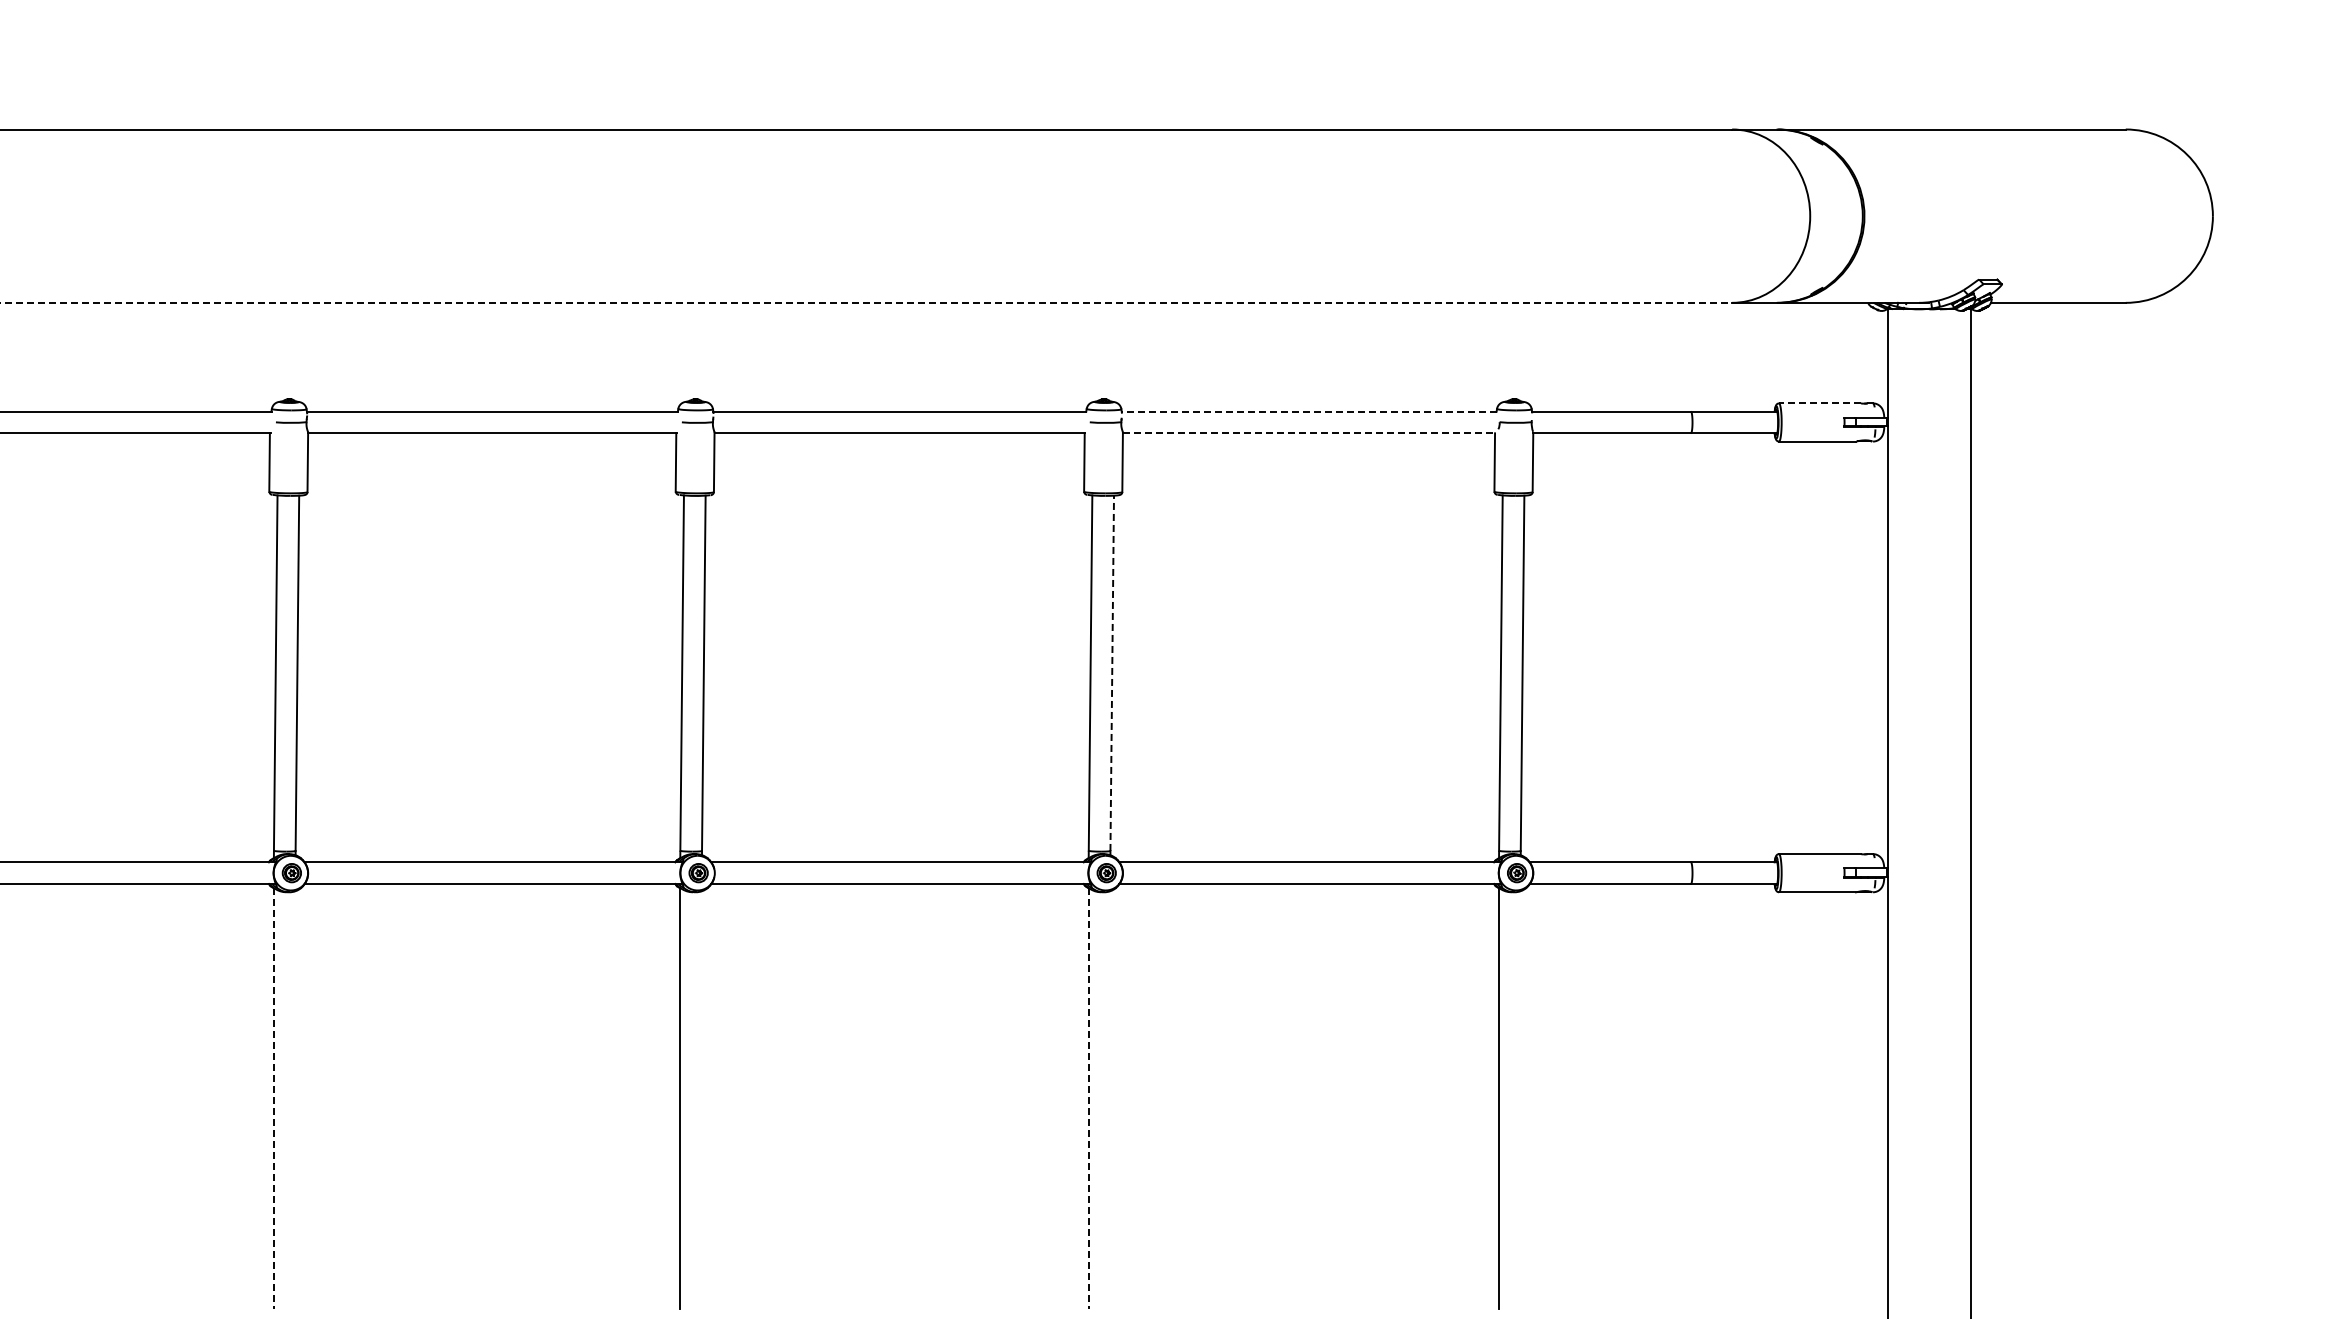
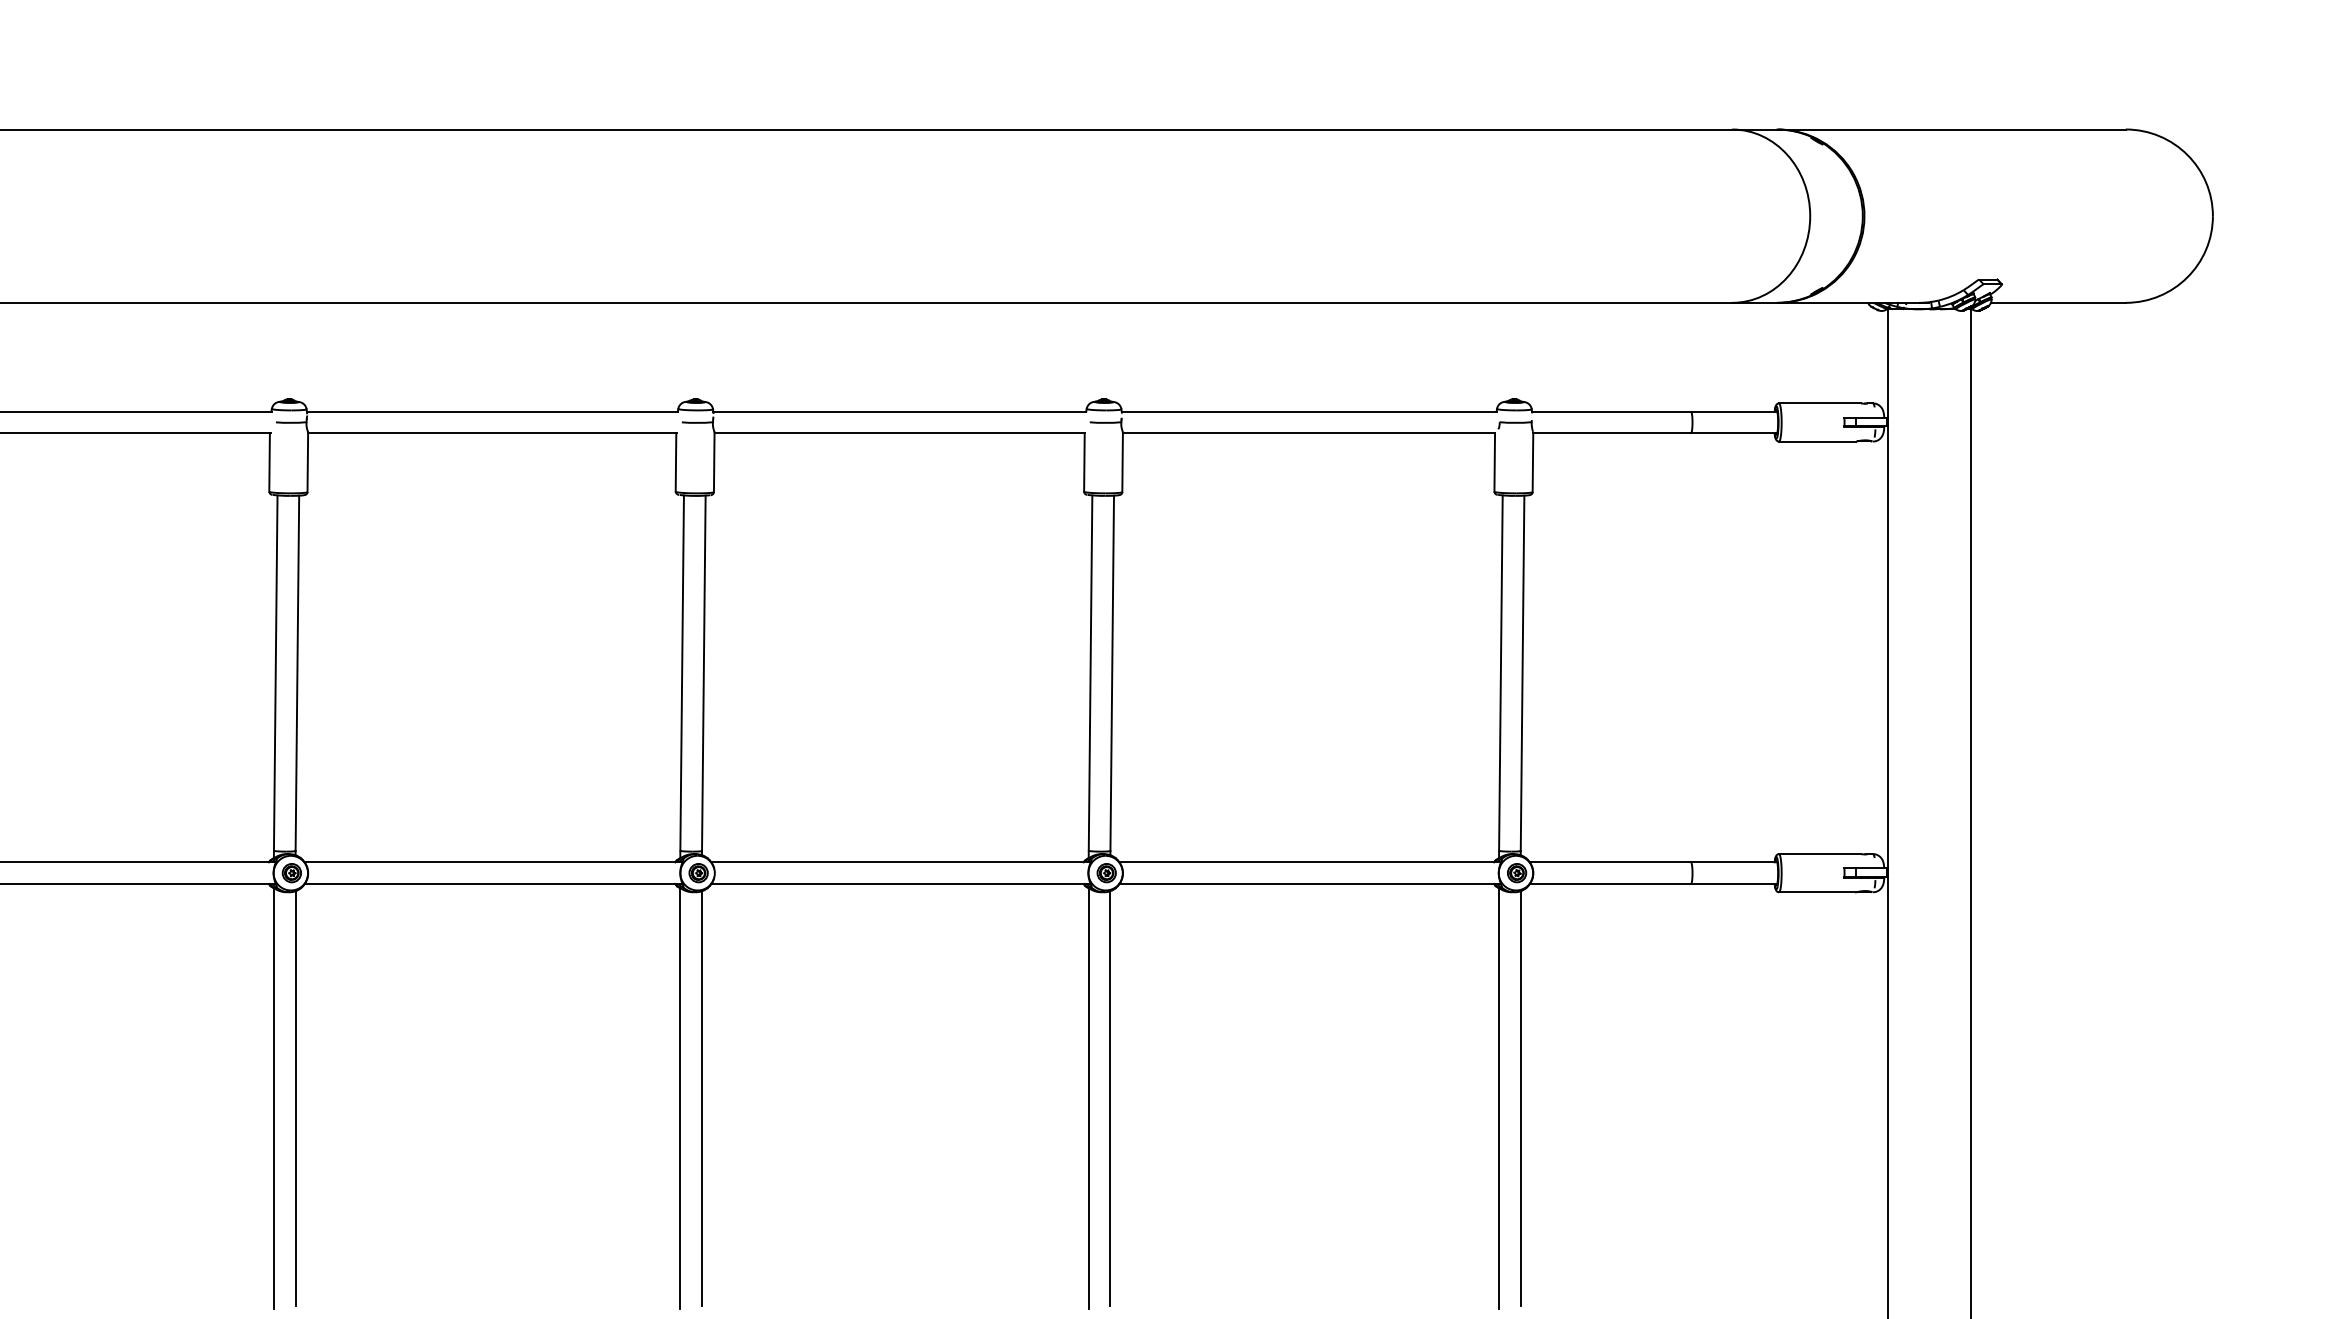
line at (866, 302): dashed -> solid
line at (1820, 403): dashed -> solid
line at (1308, 411): dashed -> solid
line at (1309, 433): dashed -> solid
line at (1112, 673): dashed -> solid
line at (273, 1098): dashed -> solid
line at (295, 1098): none -> present
line at (701, 1098): none -> present
line at (1088, 1098): dashed -> solid
line at (1110, 1098): none -> present
line at (1520, 1098): none -> present
